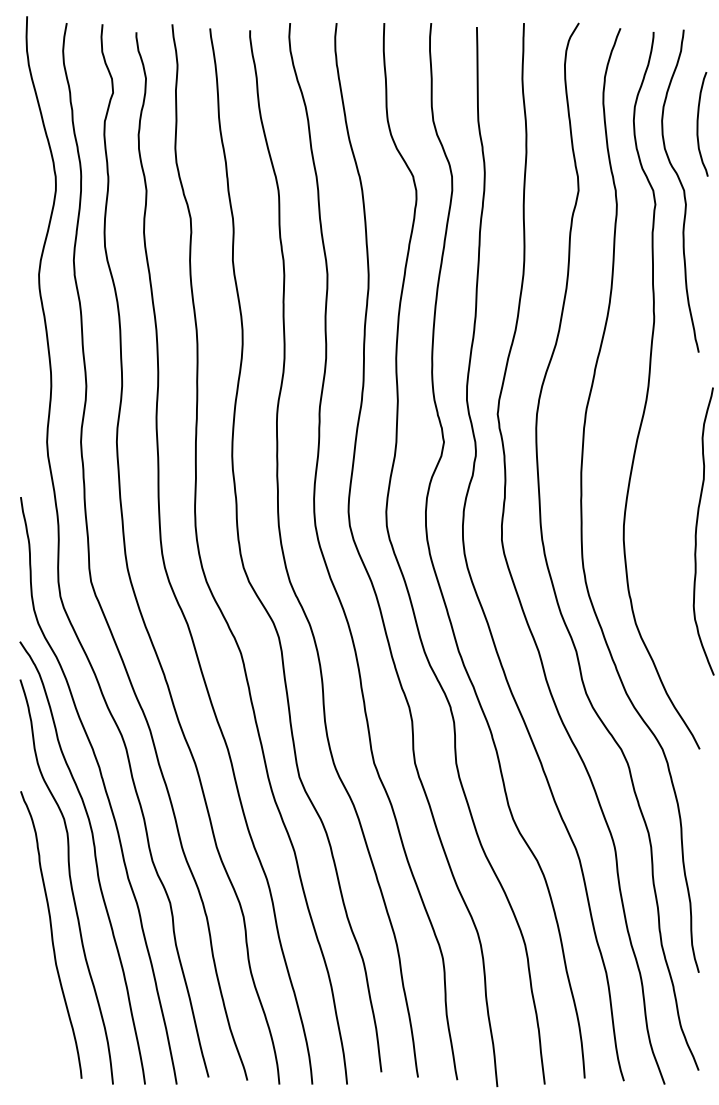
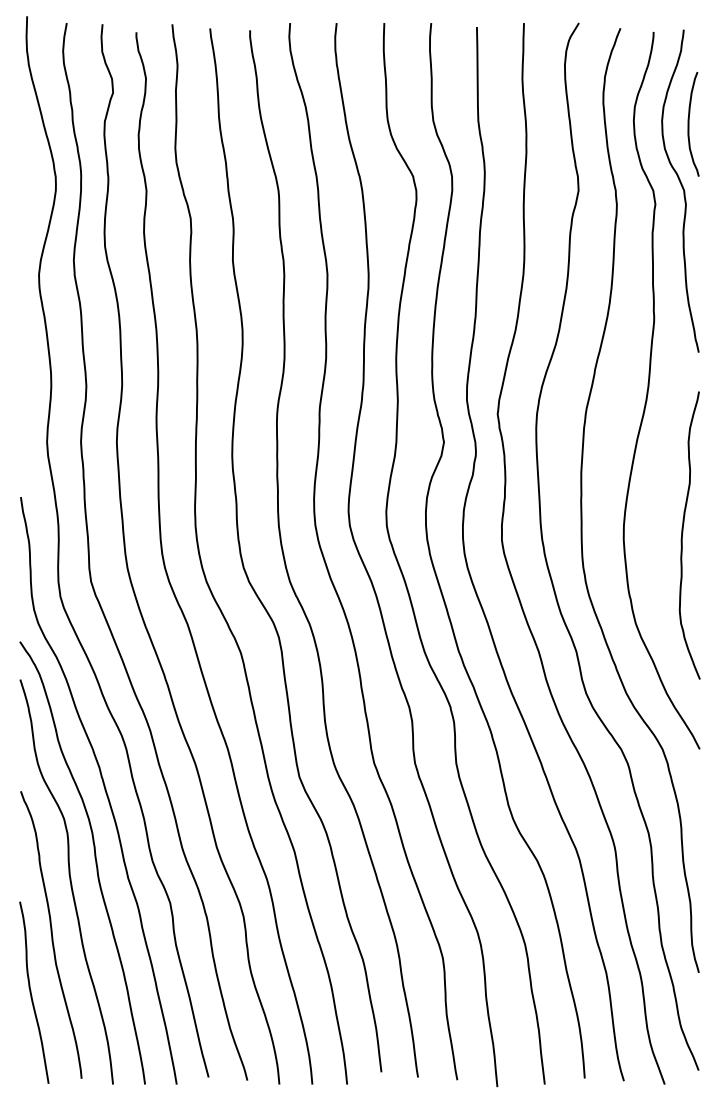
curve at (698, 124) position: (698, 124) -> (689, 124)
curve at (697, 529) position: (697, 529) -> (683, 533)
curve at (31, 992): none -> present
